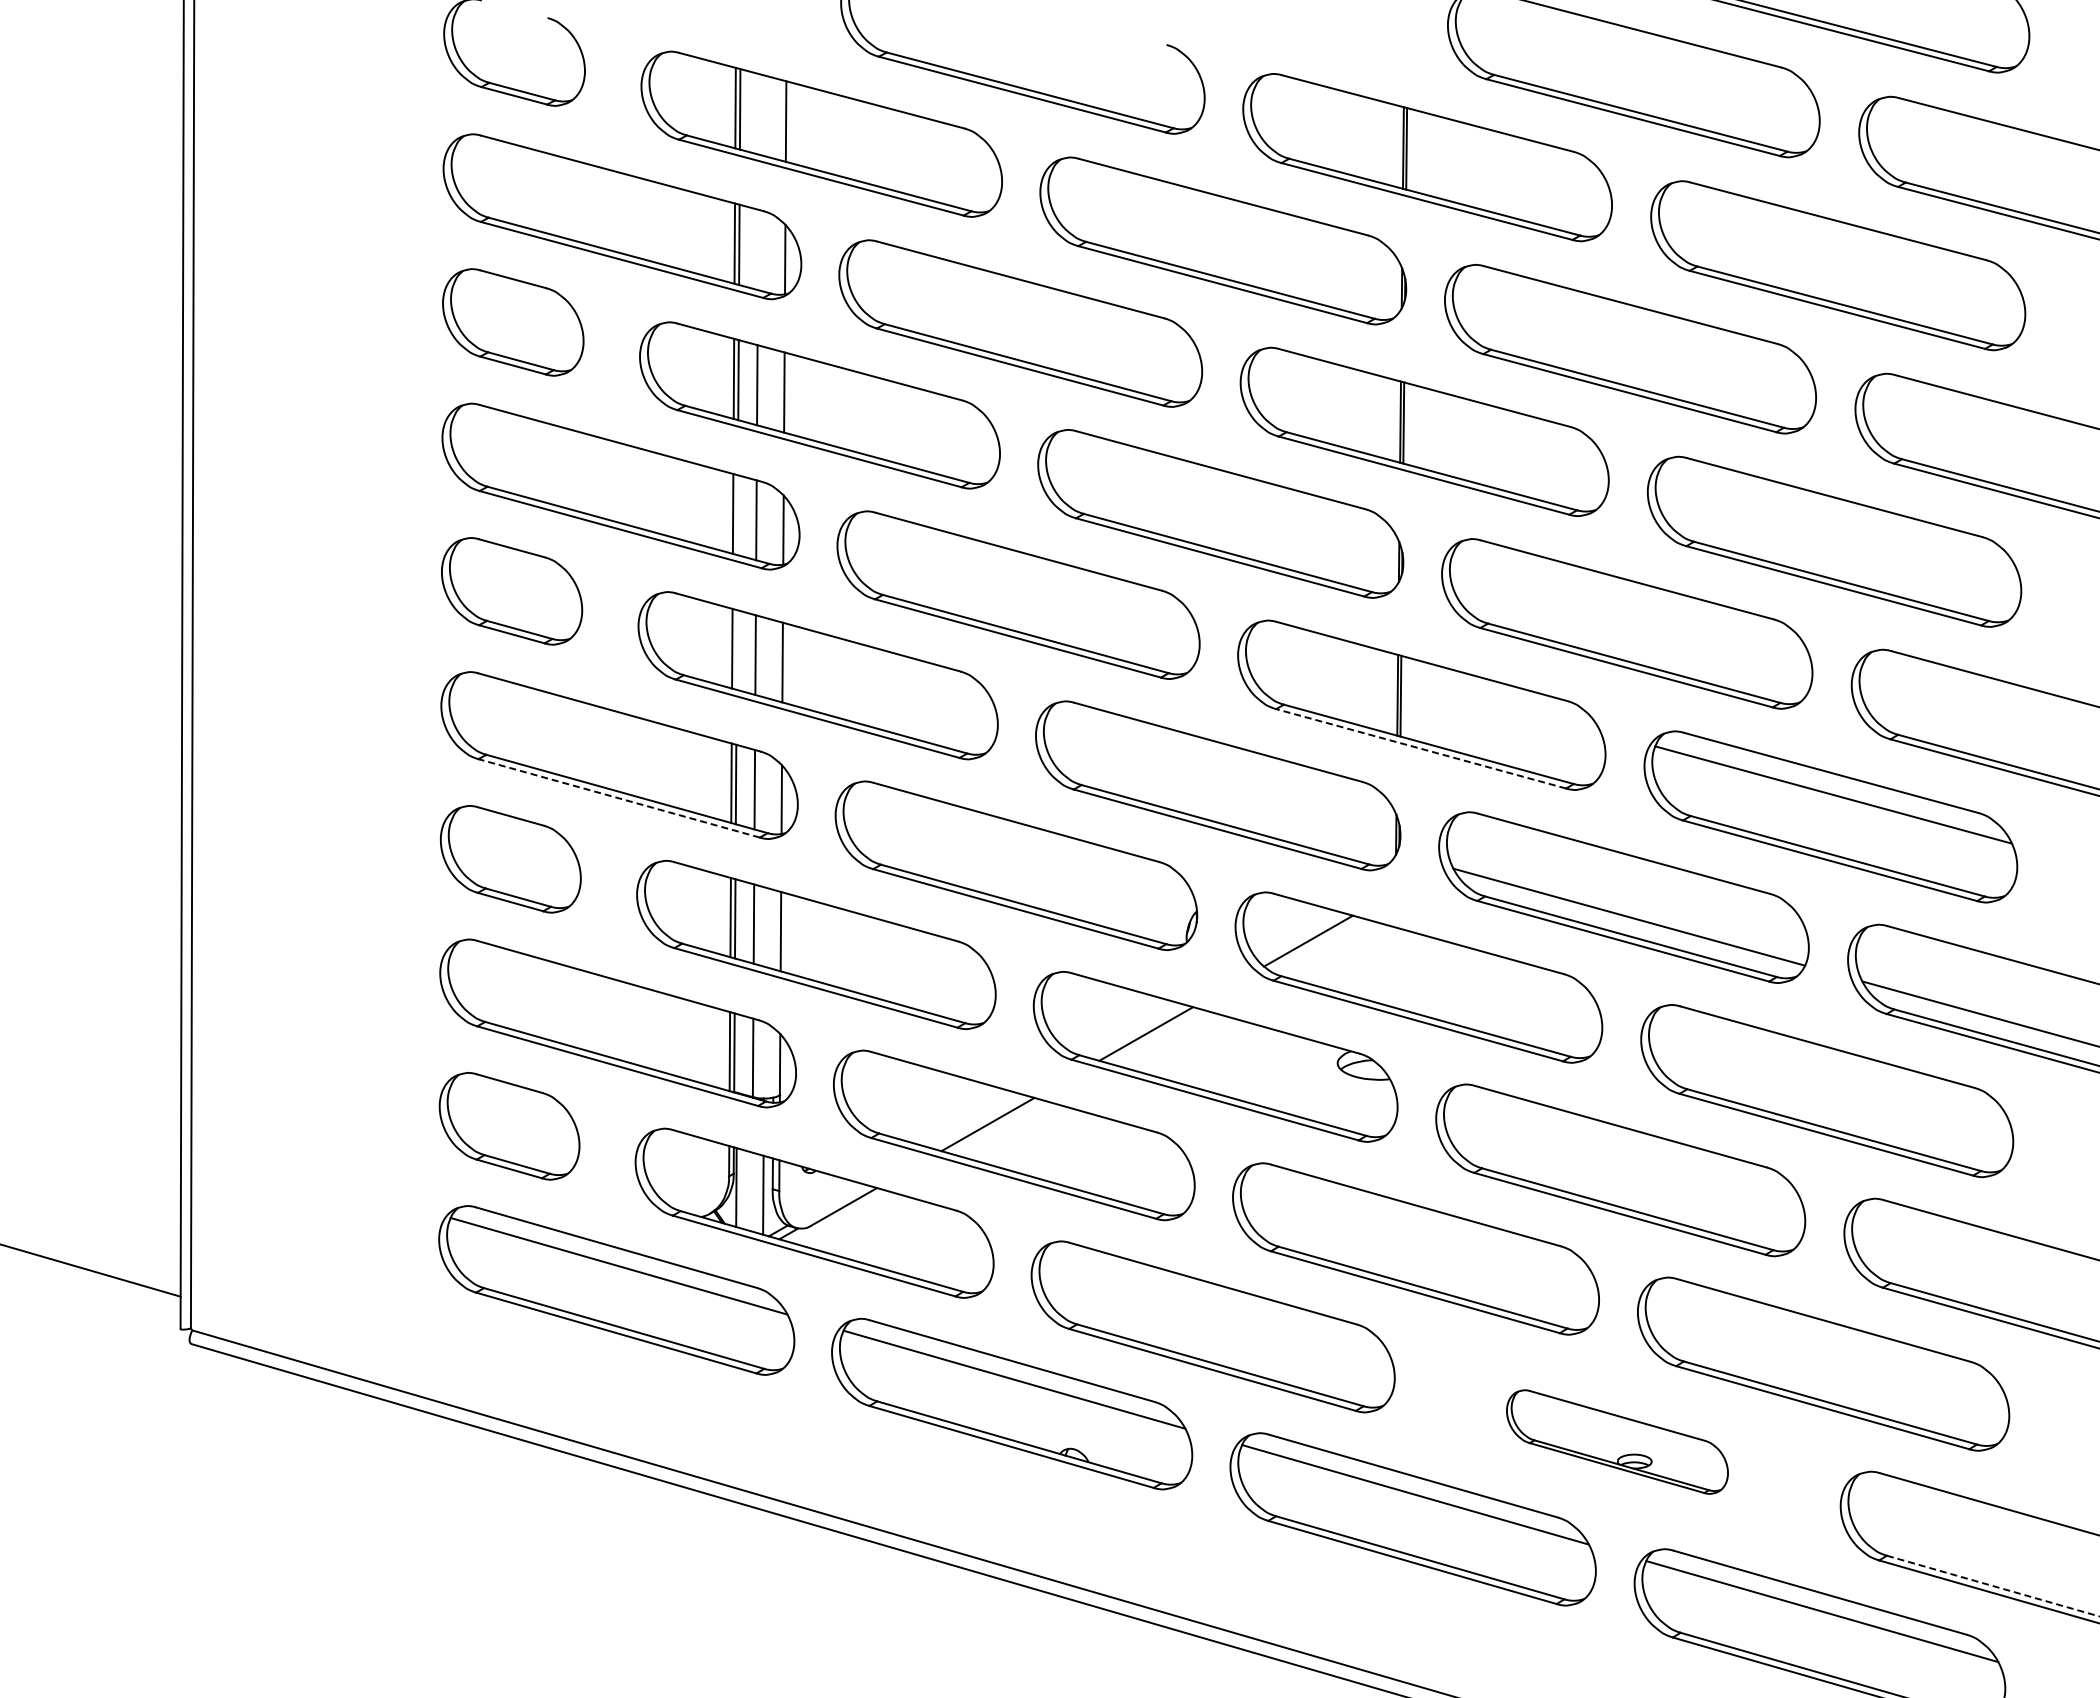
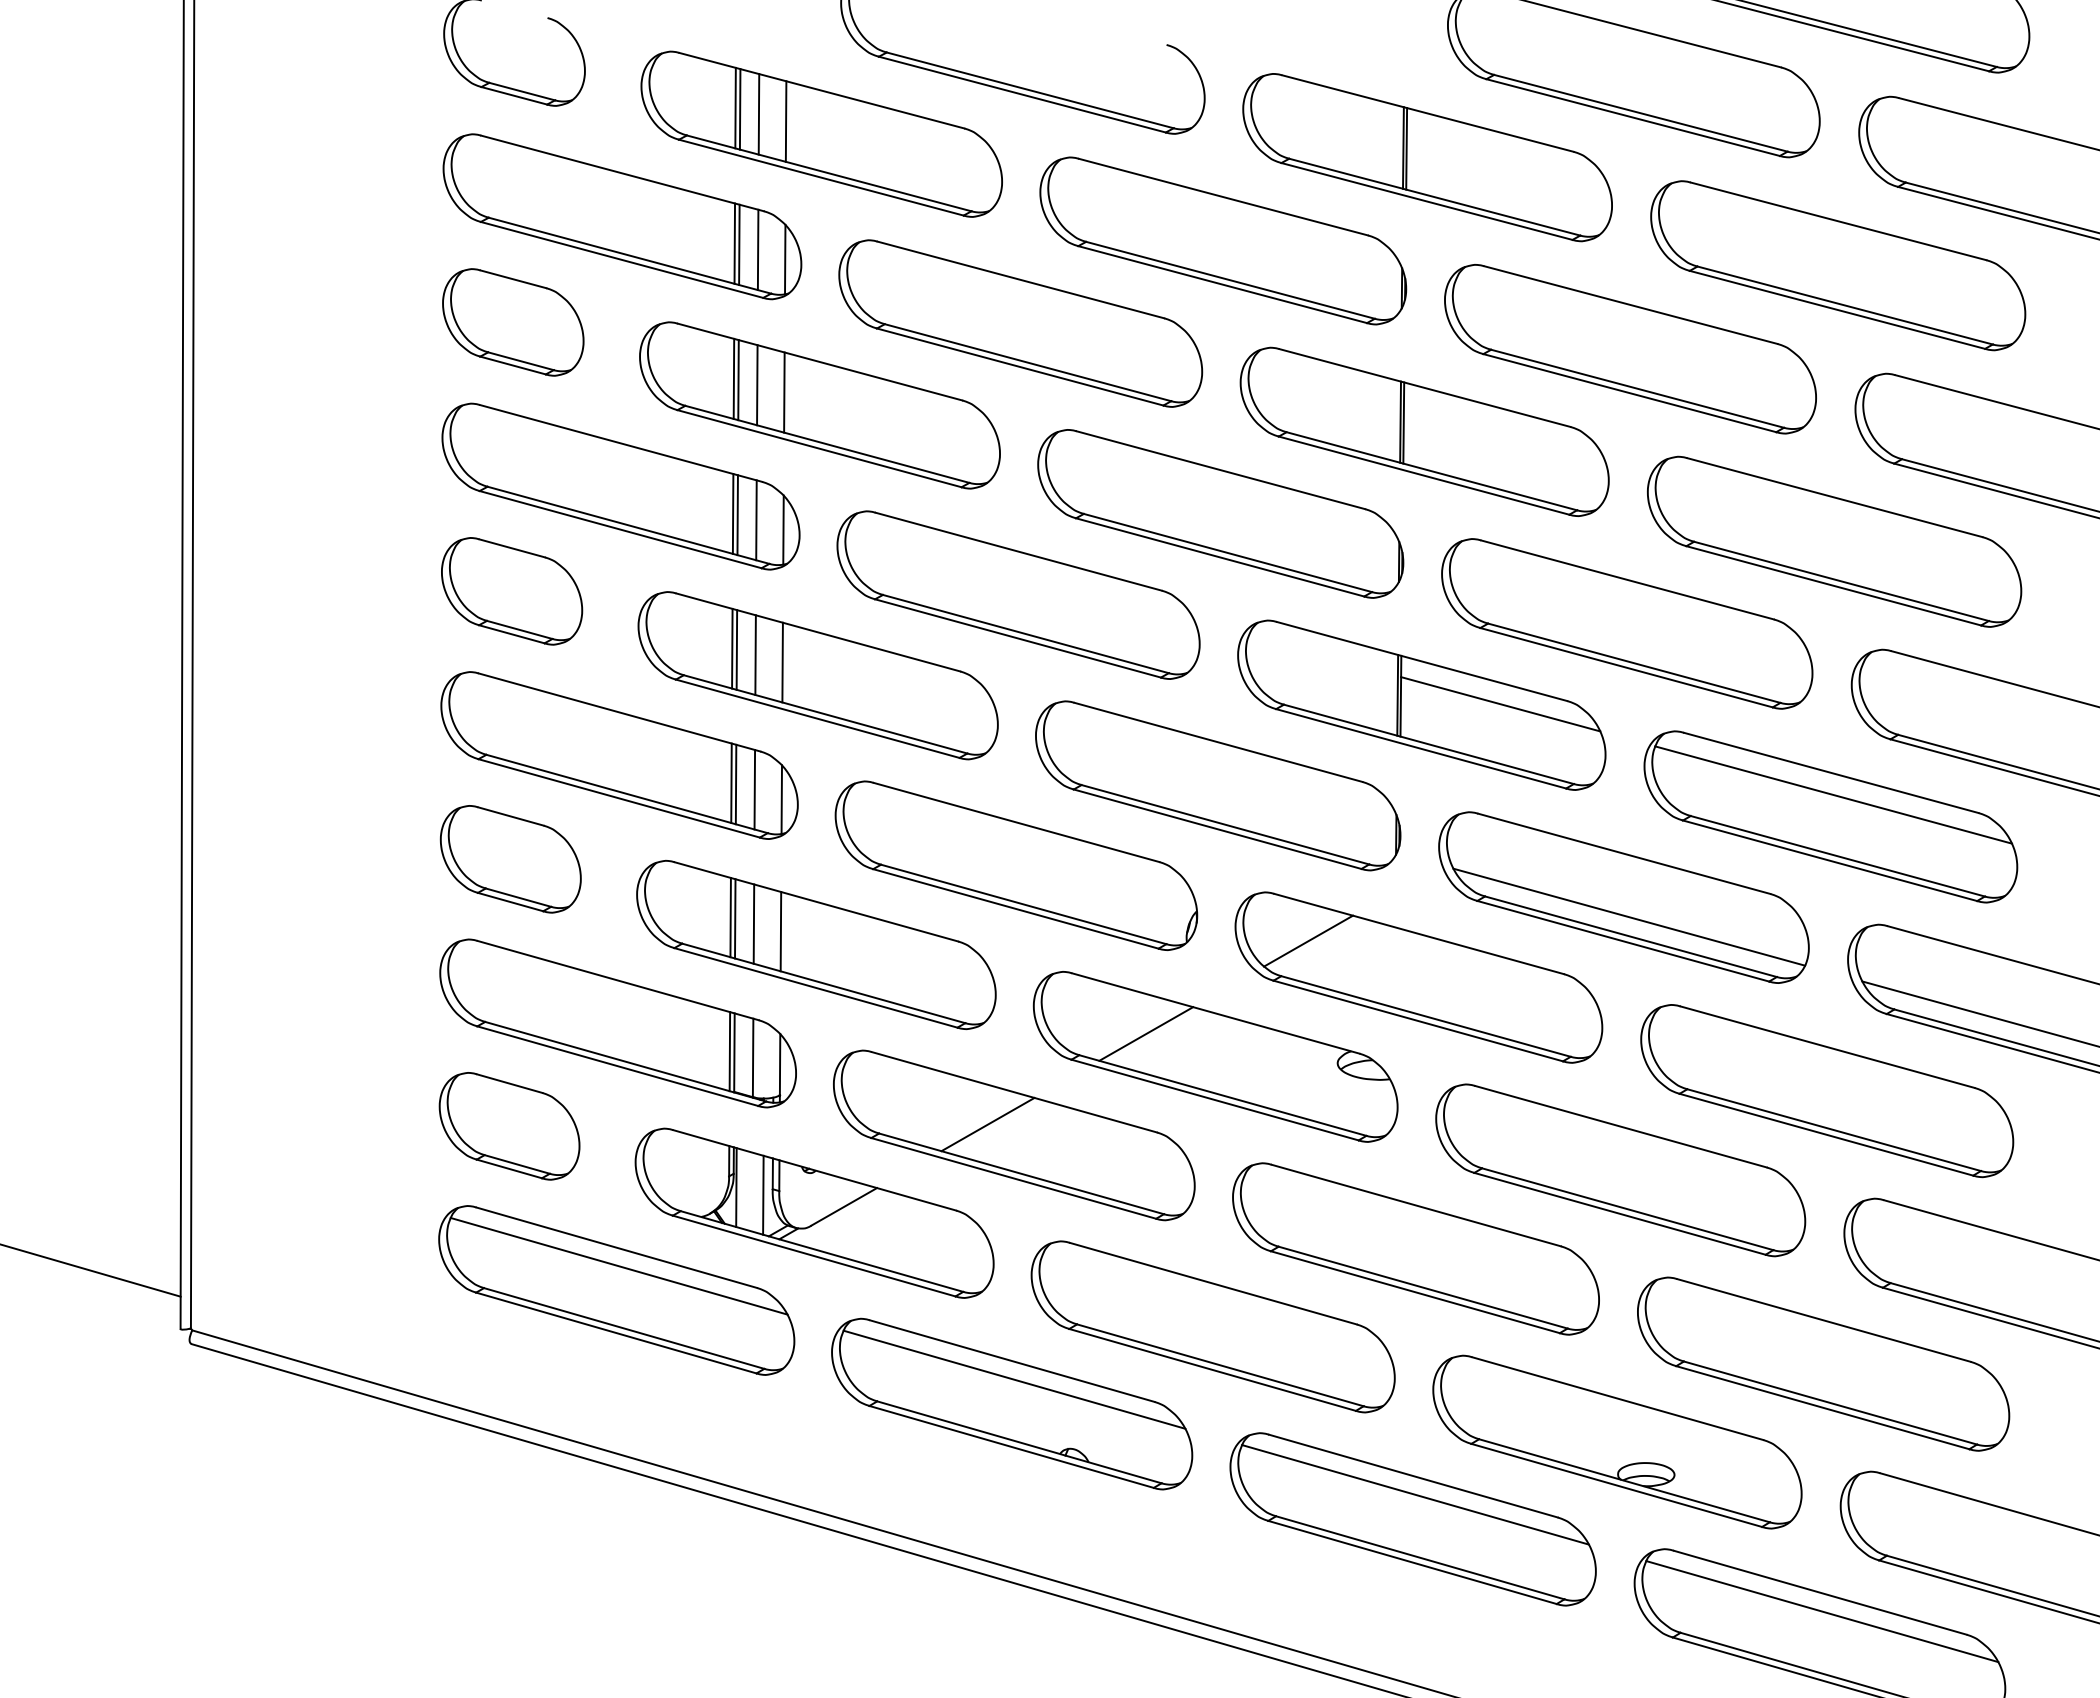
line at (758, 114): none -> present
line at (757, 249): none -> present
line at (737, 515): none -> present
line at (736, 649): none -> present
line at (1500, 704): none -> present
line at (1420, 748): dashed -> solid
line at (618, 798): dashed -> solid
part at (1617, 1441) size: 223x106 px -> 371x176 px
line at (1993, 1586): dashed -> solid
